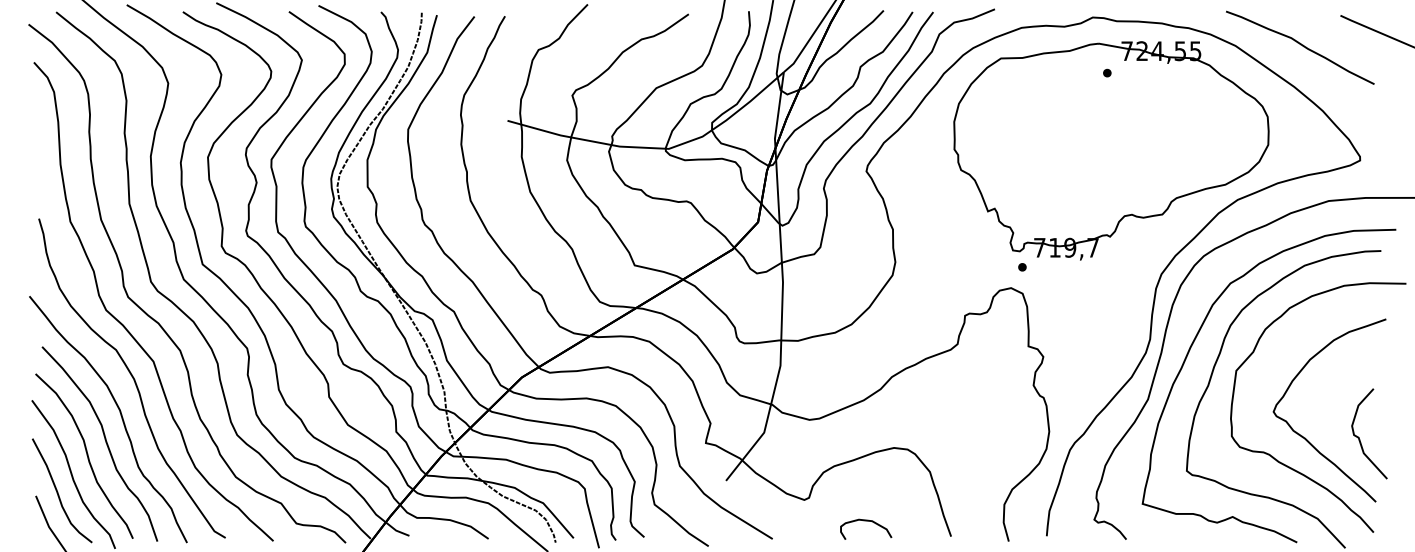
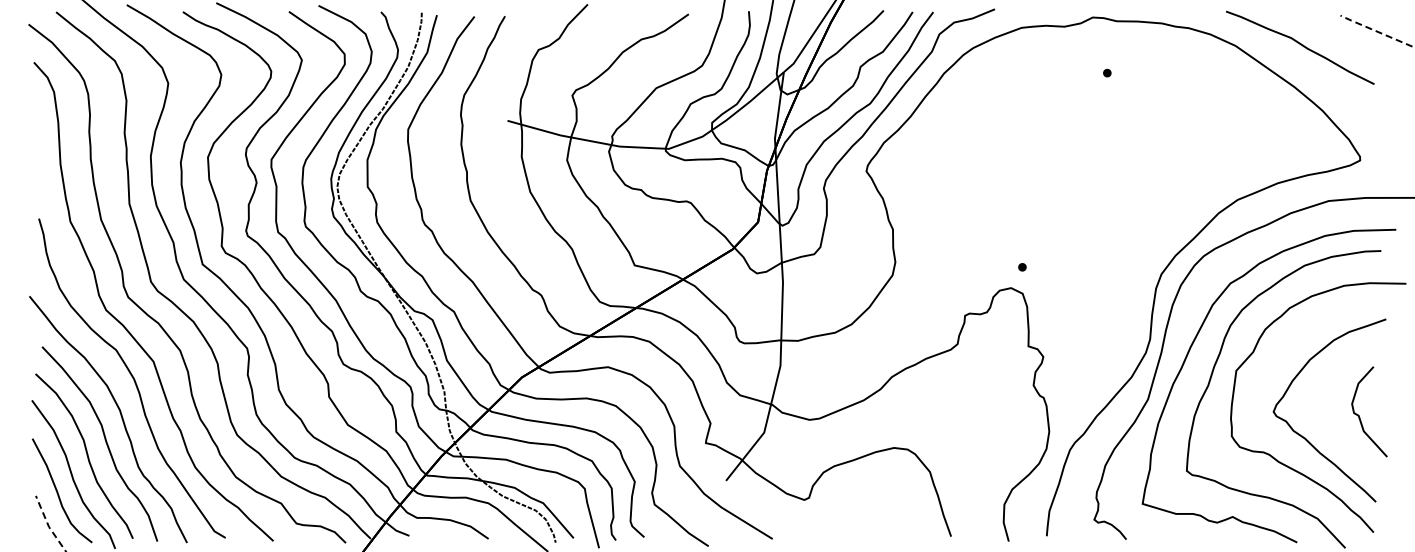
line at (1376, 31): solid -> dashed
part at (1111, 150): present -> none
curve at (1359, 437) position: (1359, 437) -> (1359, 415)
curve at (866, 521): present -> none
line at (48, 525): solid -> dashed
